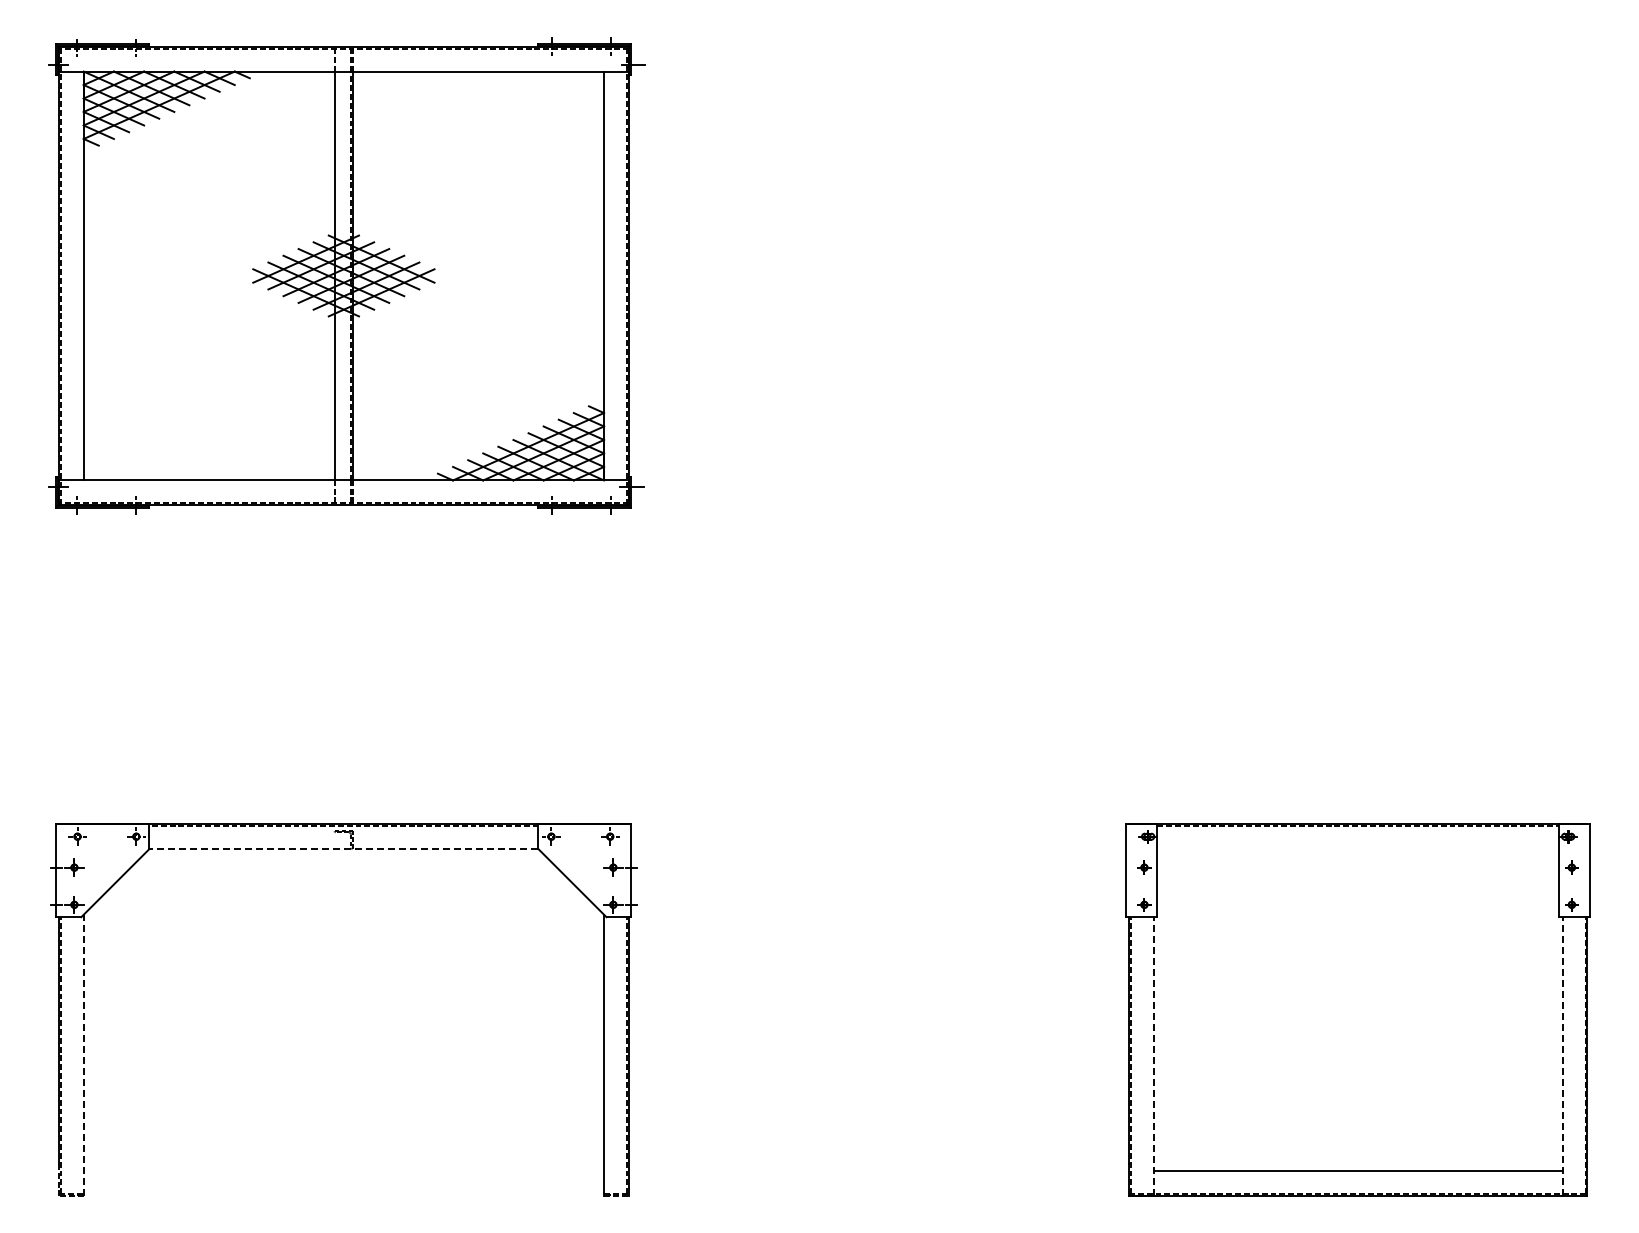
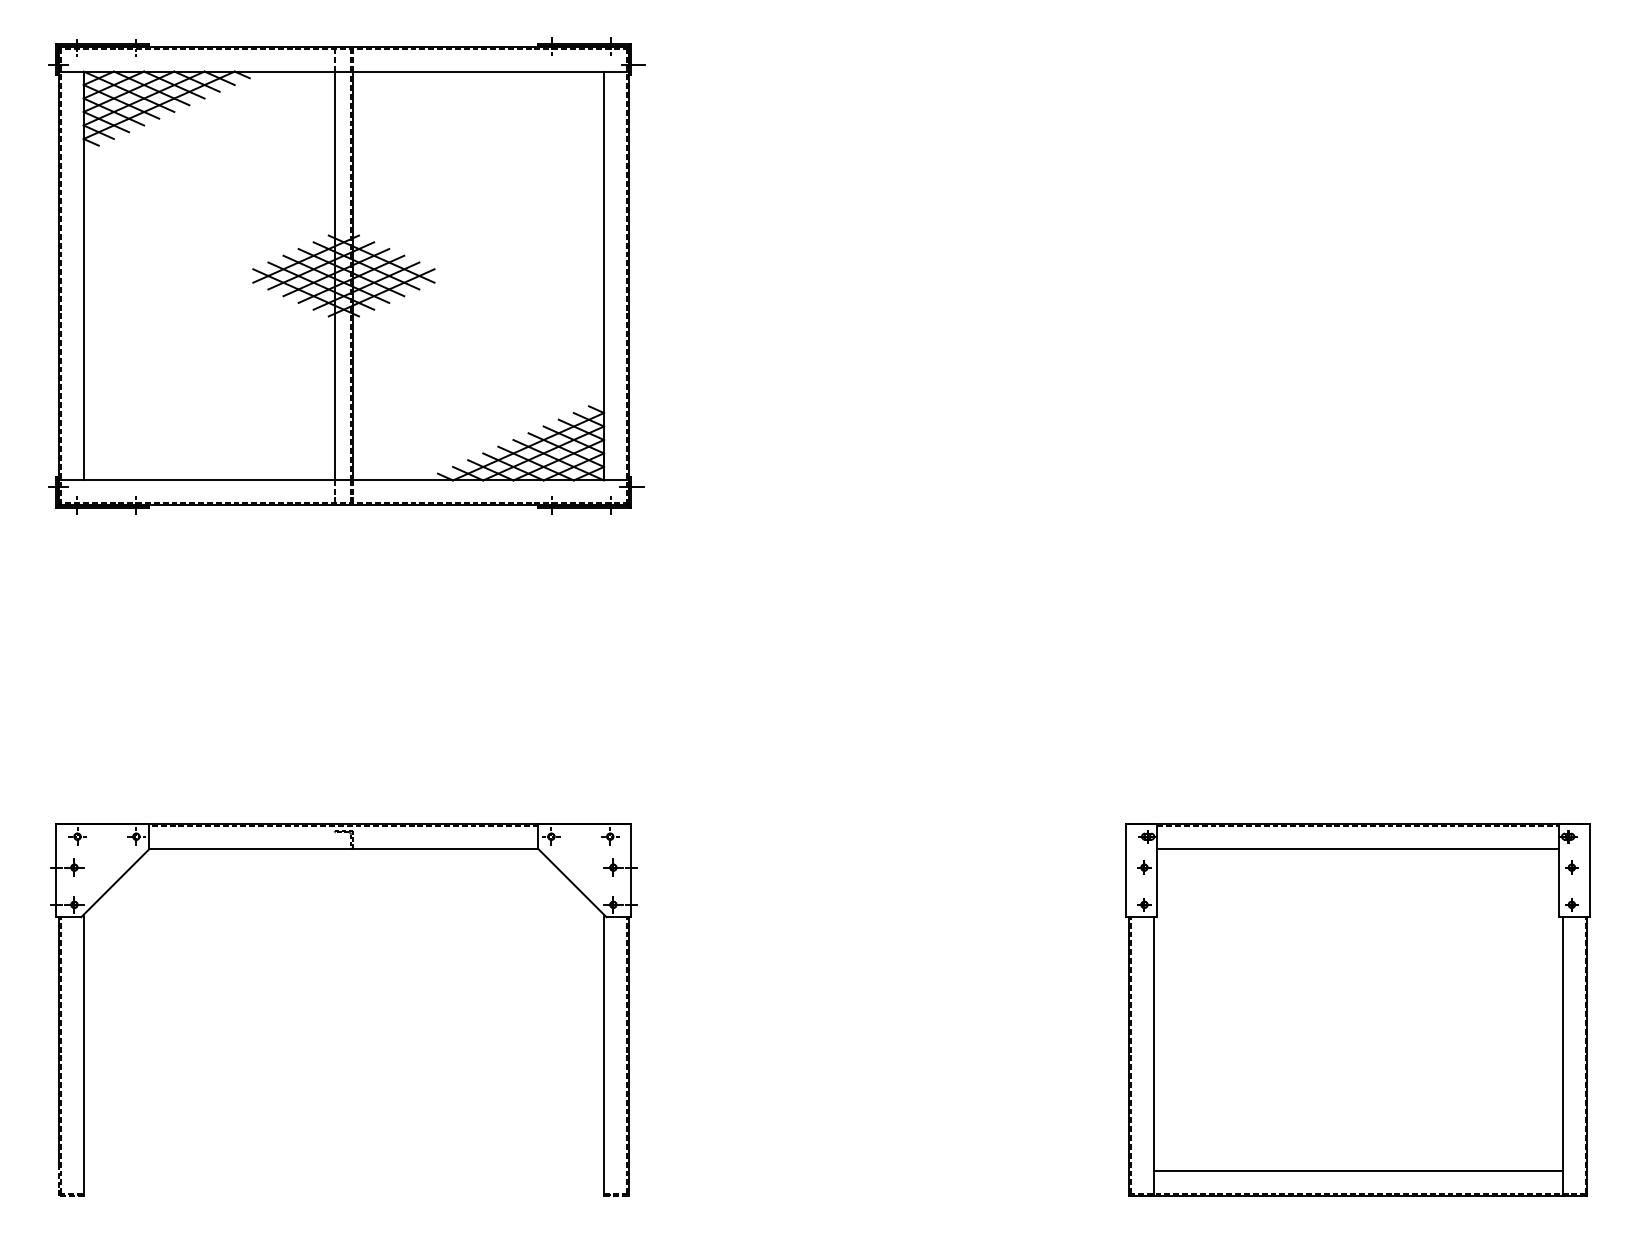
line at (343, 849): dashed -> solid
line at (1357, 849): none -> present
line at (83, 1055): dashed -> solid
line at (1153, 1056): dashed -> solid
line at (1562, 1056): dashed -> solid
